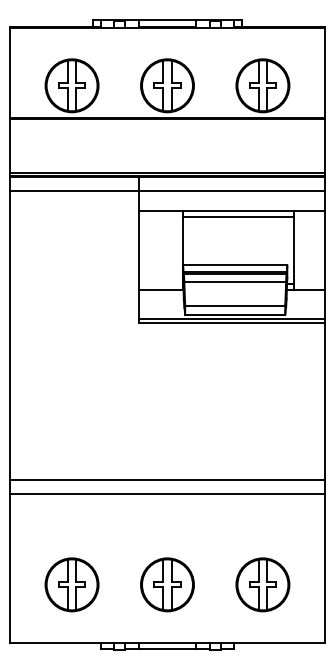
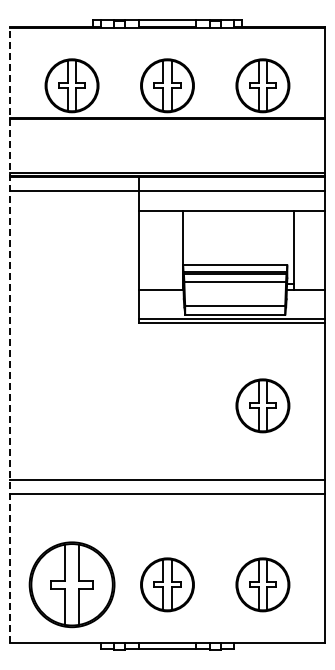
line at (238, 217): present -> none
line at (10, 335): solid -> dashed
part at (262, 405): none -> present
part at (71, 584) size: 56x56 px -> 88x88 px
